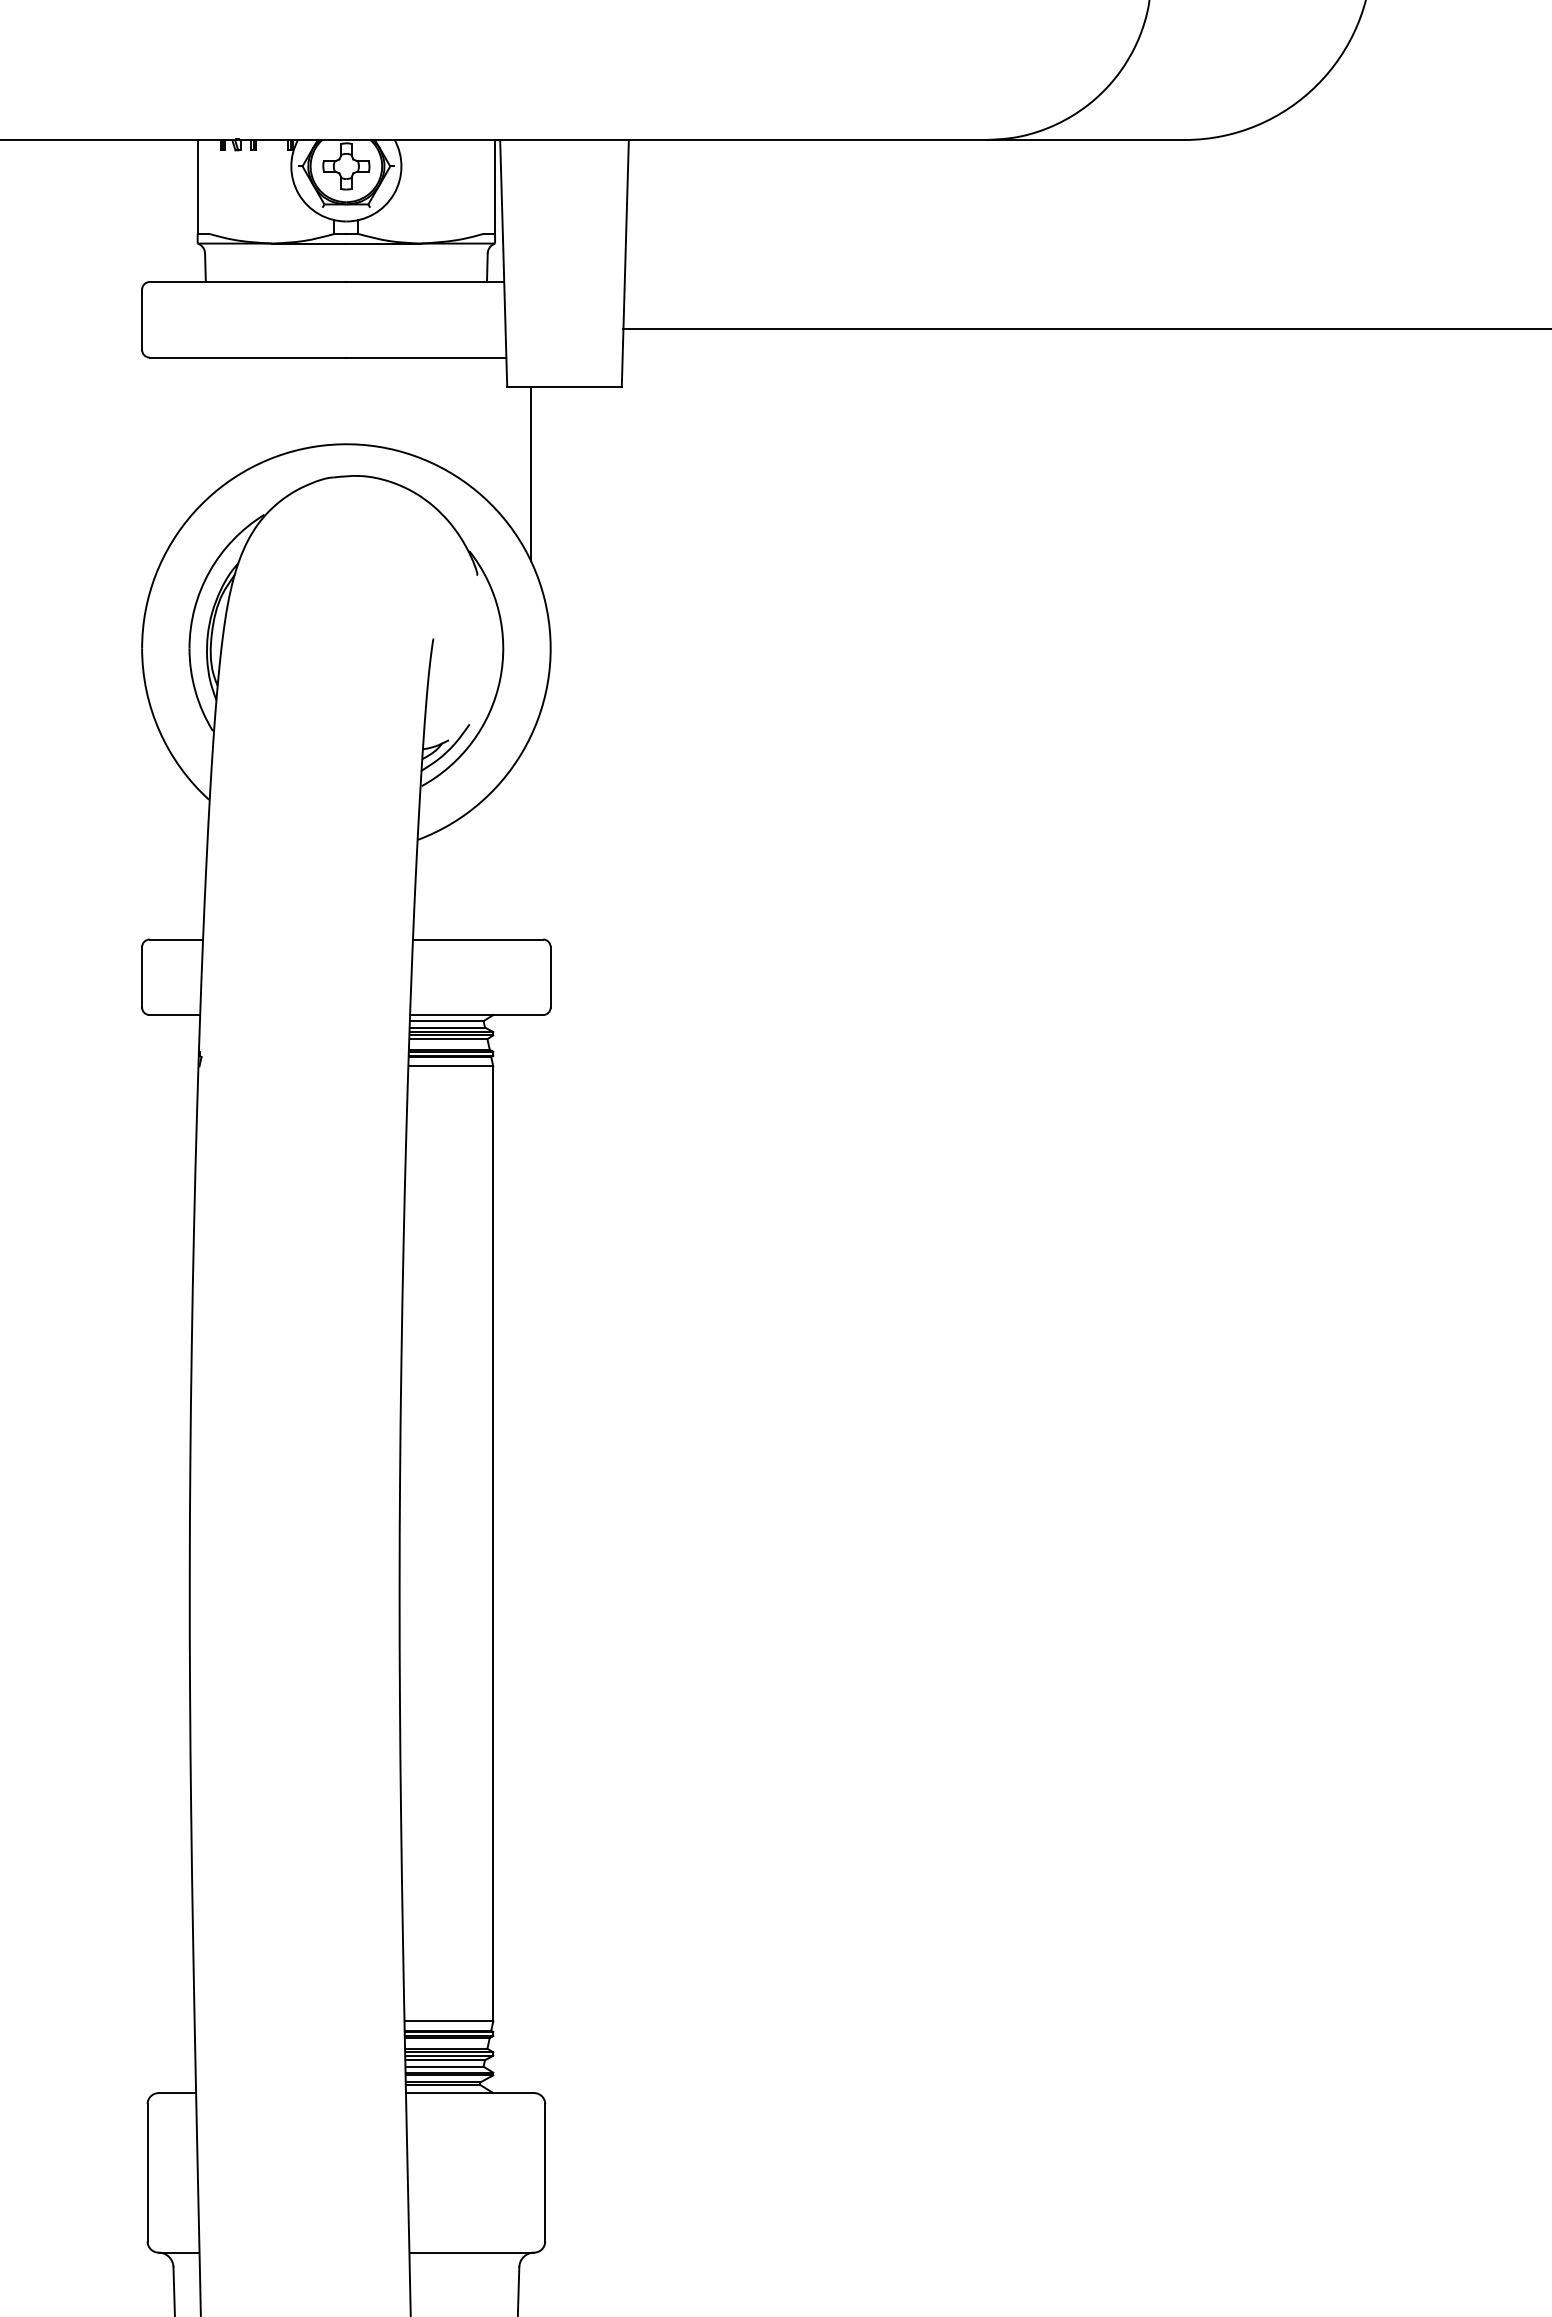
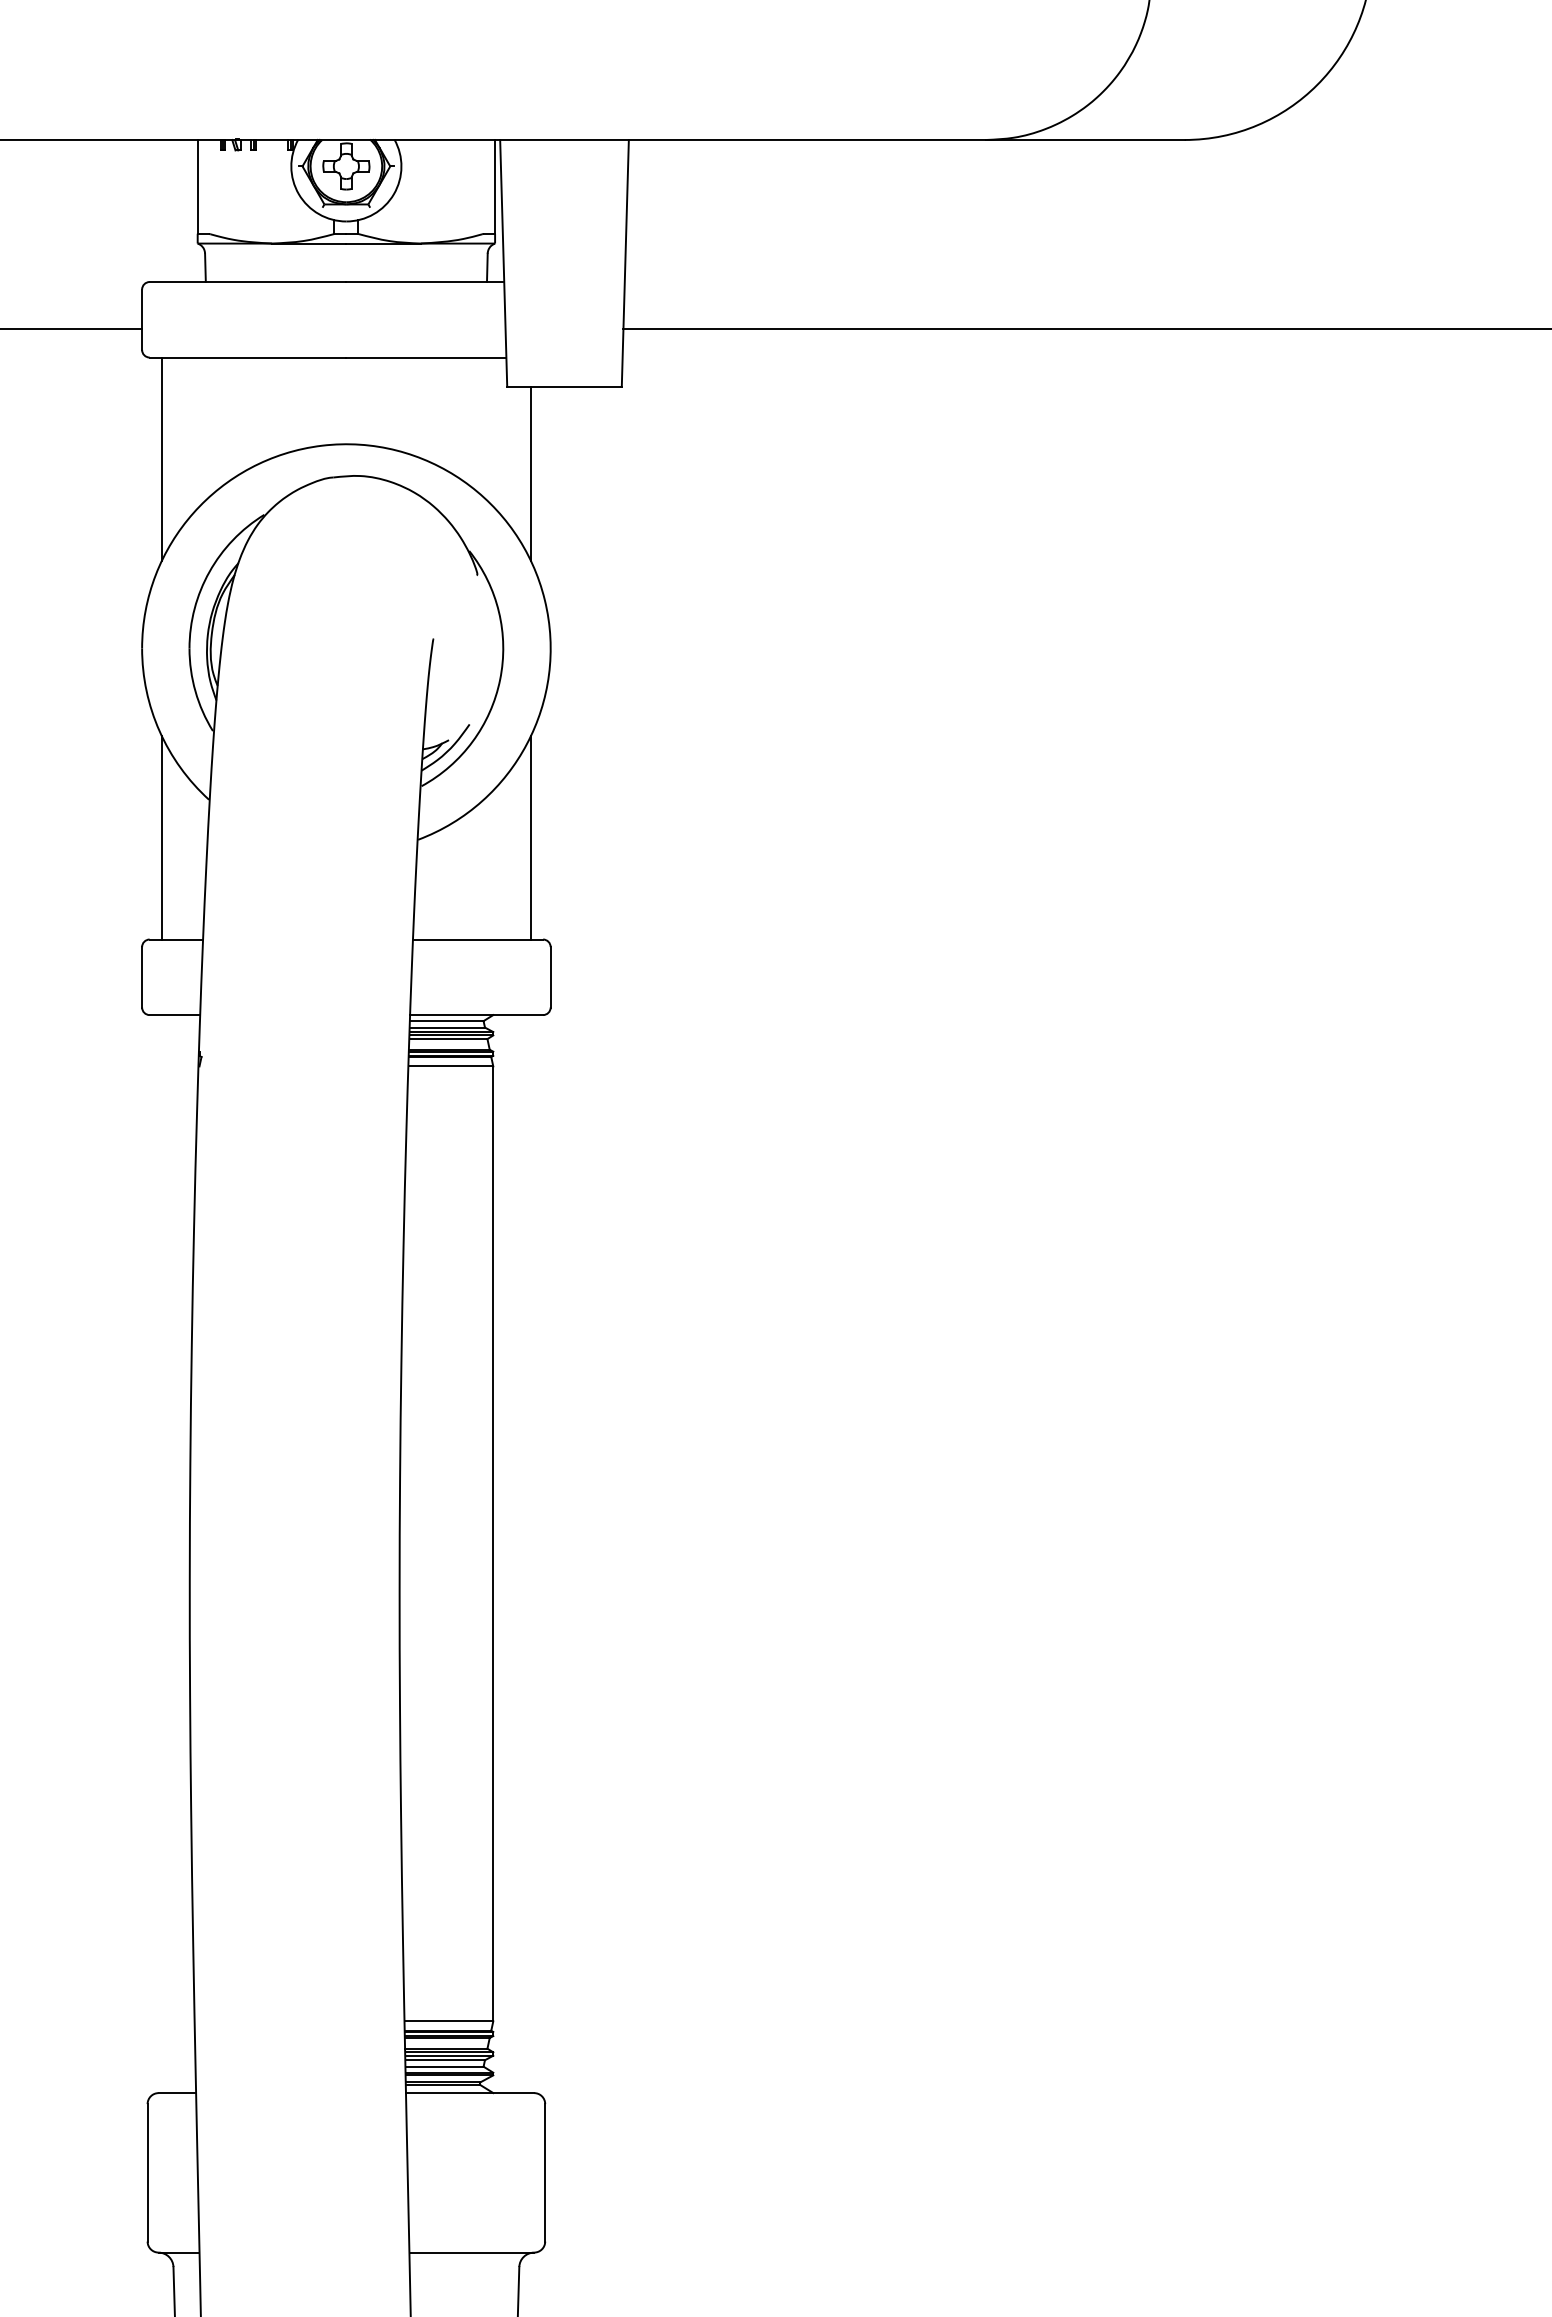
line at (72, 329): none -> present
line at (161, 459): none -> present
line at (161, 837): none -> present
line at (531, 837): none -> present
